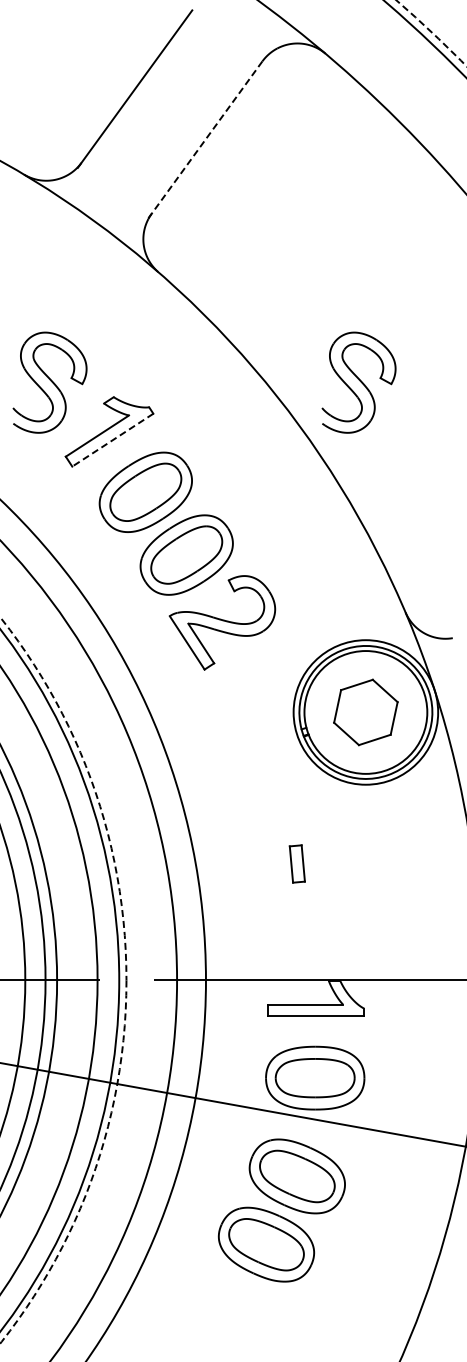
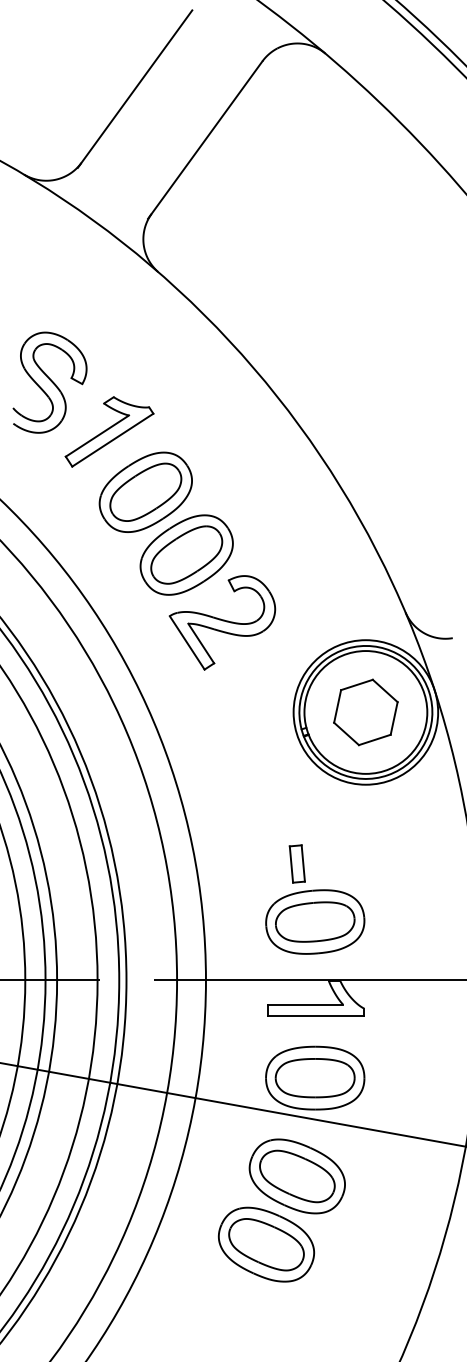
circle at (431, 33): dashed -> solid
line at (204, 140): dashed -> solid
part at (358, 382): present -> none
line at (112, 440): dashed -> solid
part at (315, 921): none -> present
circle at (63, 980): dashed -> solid
